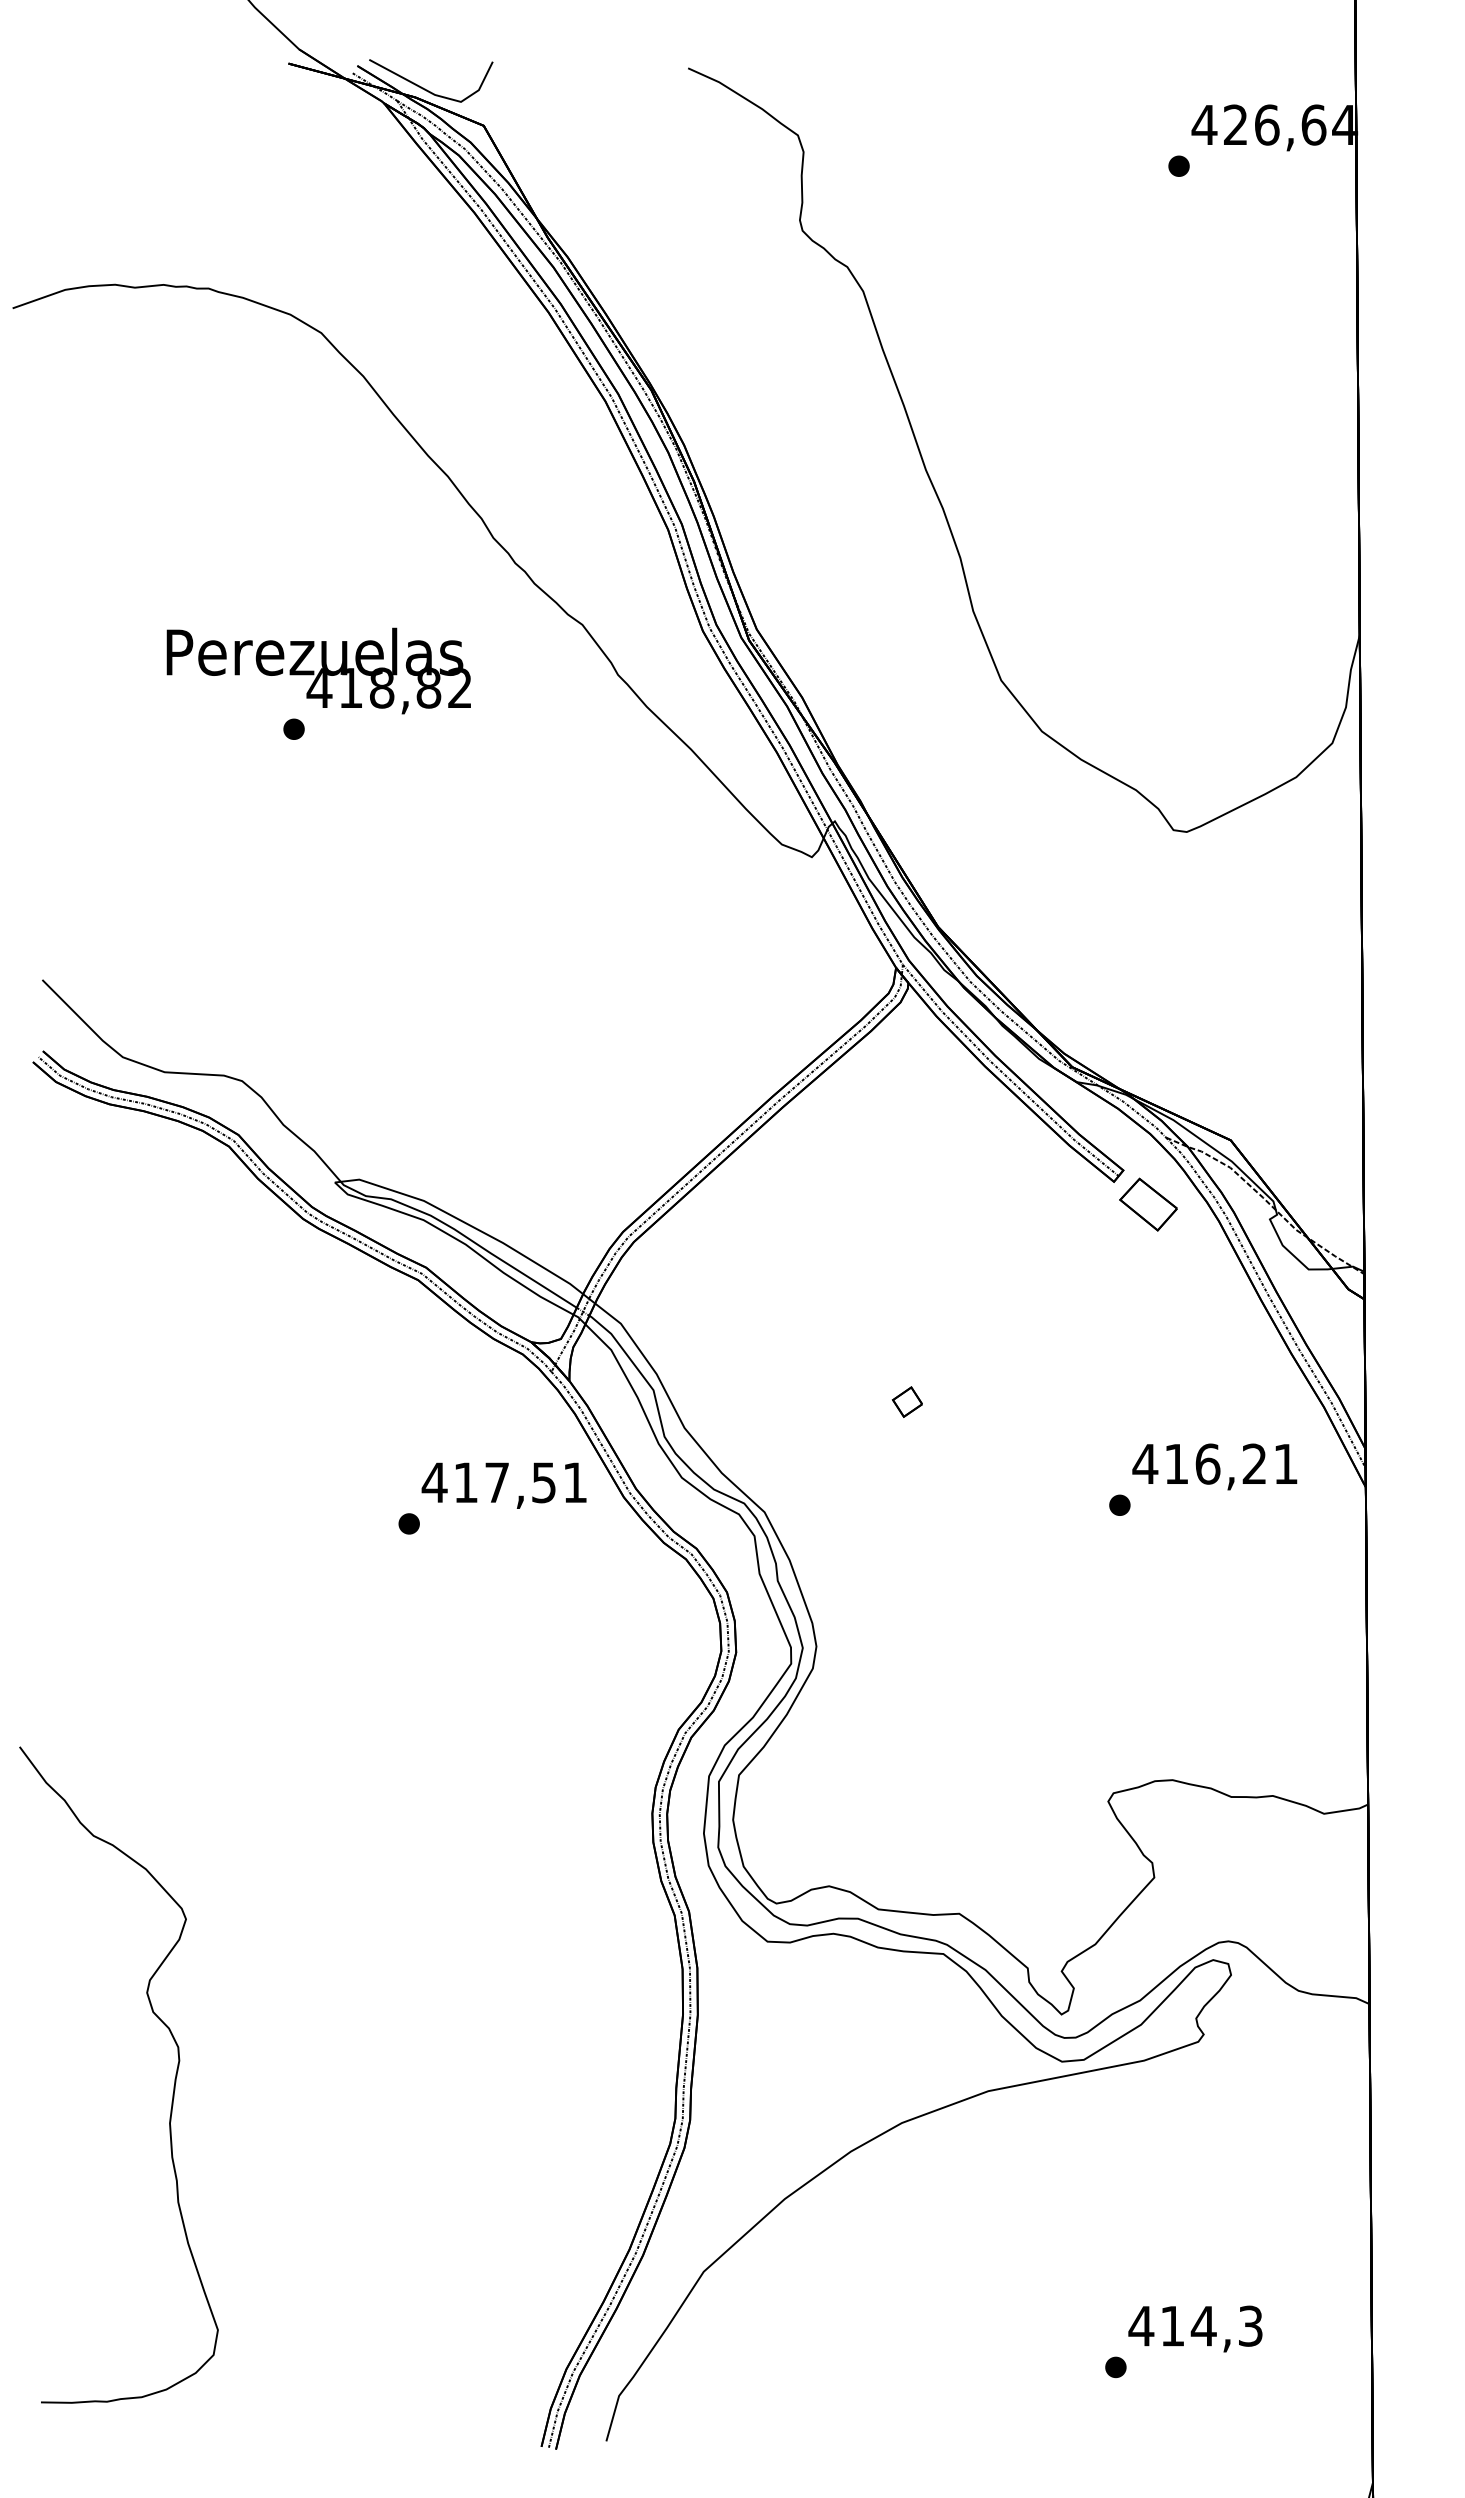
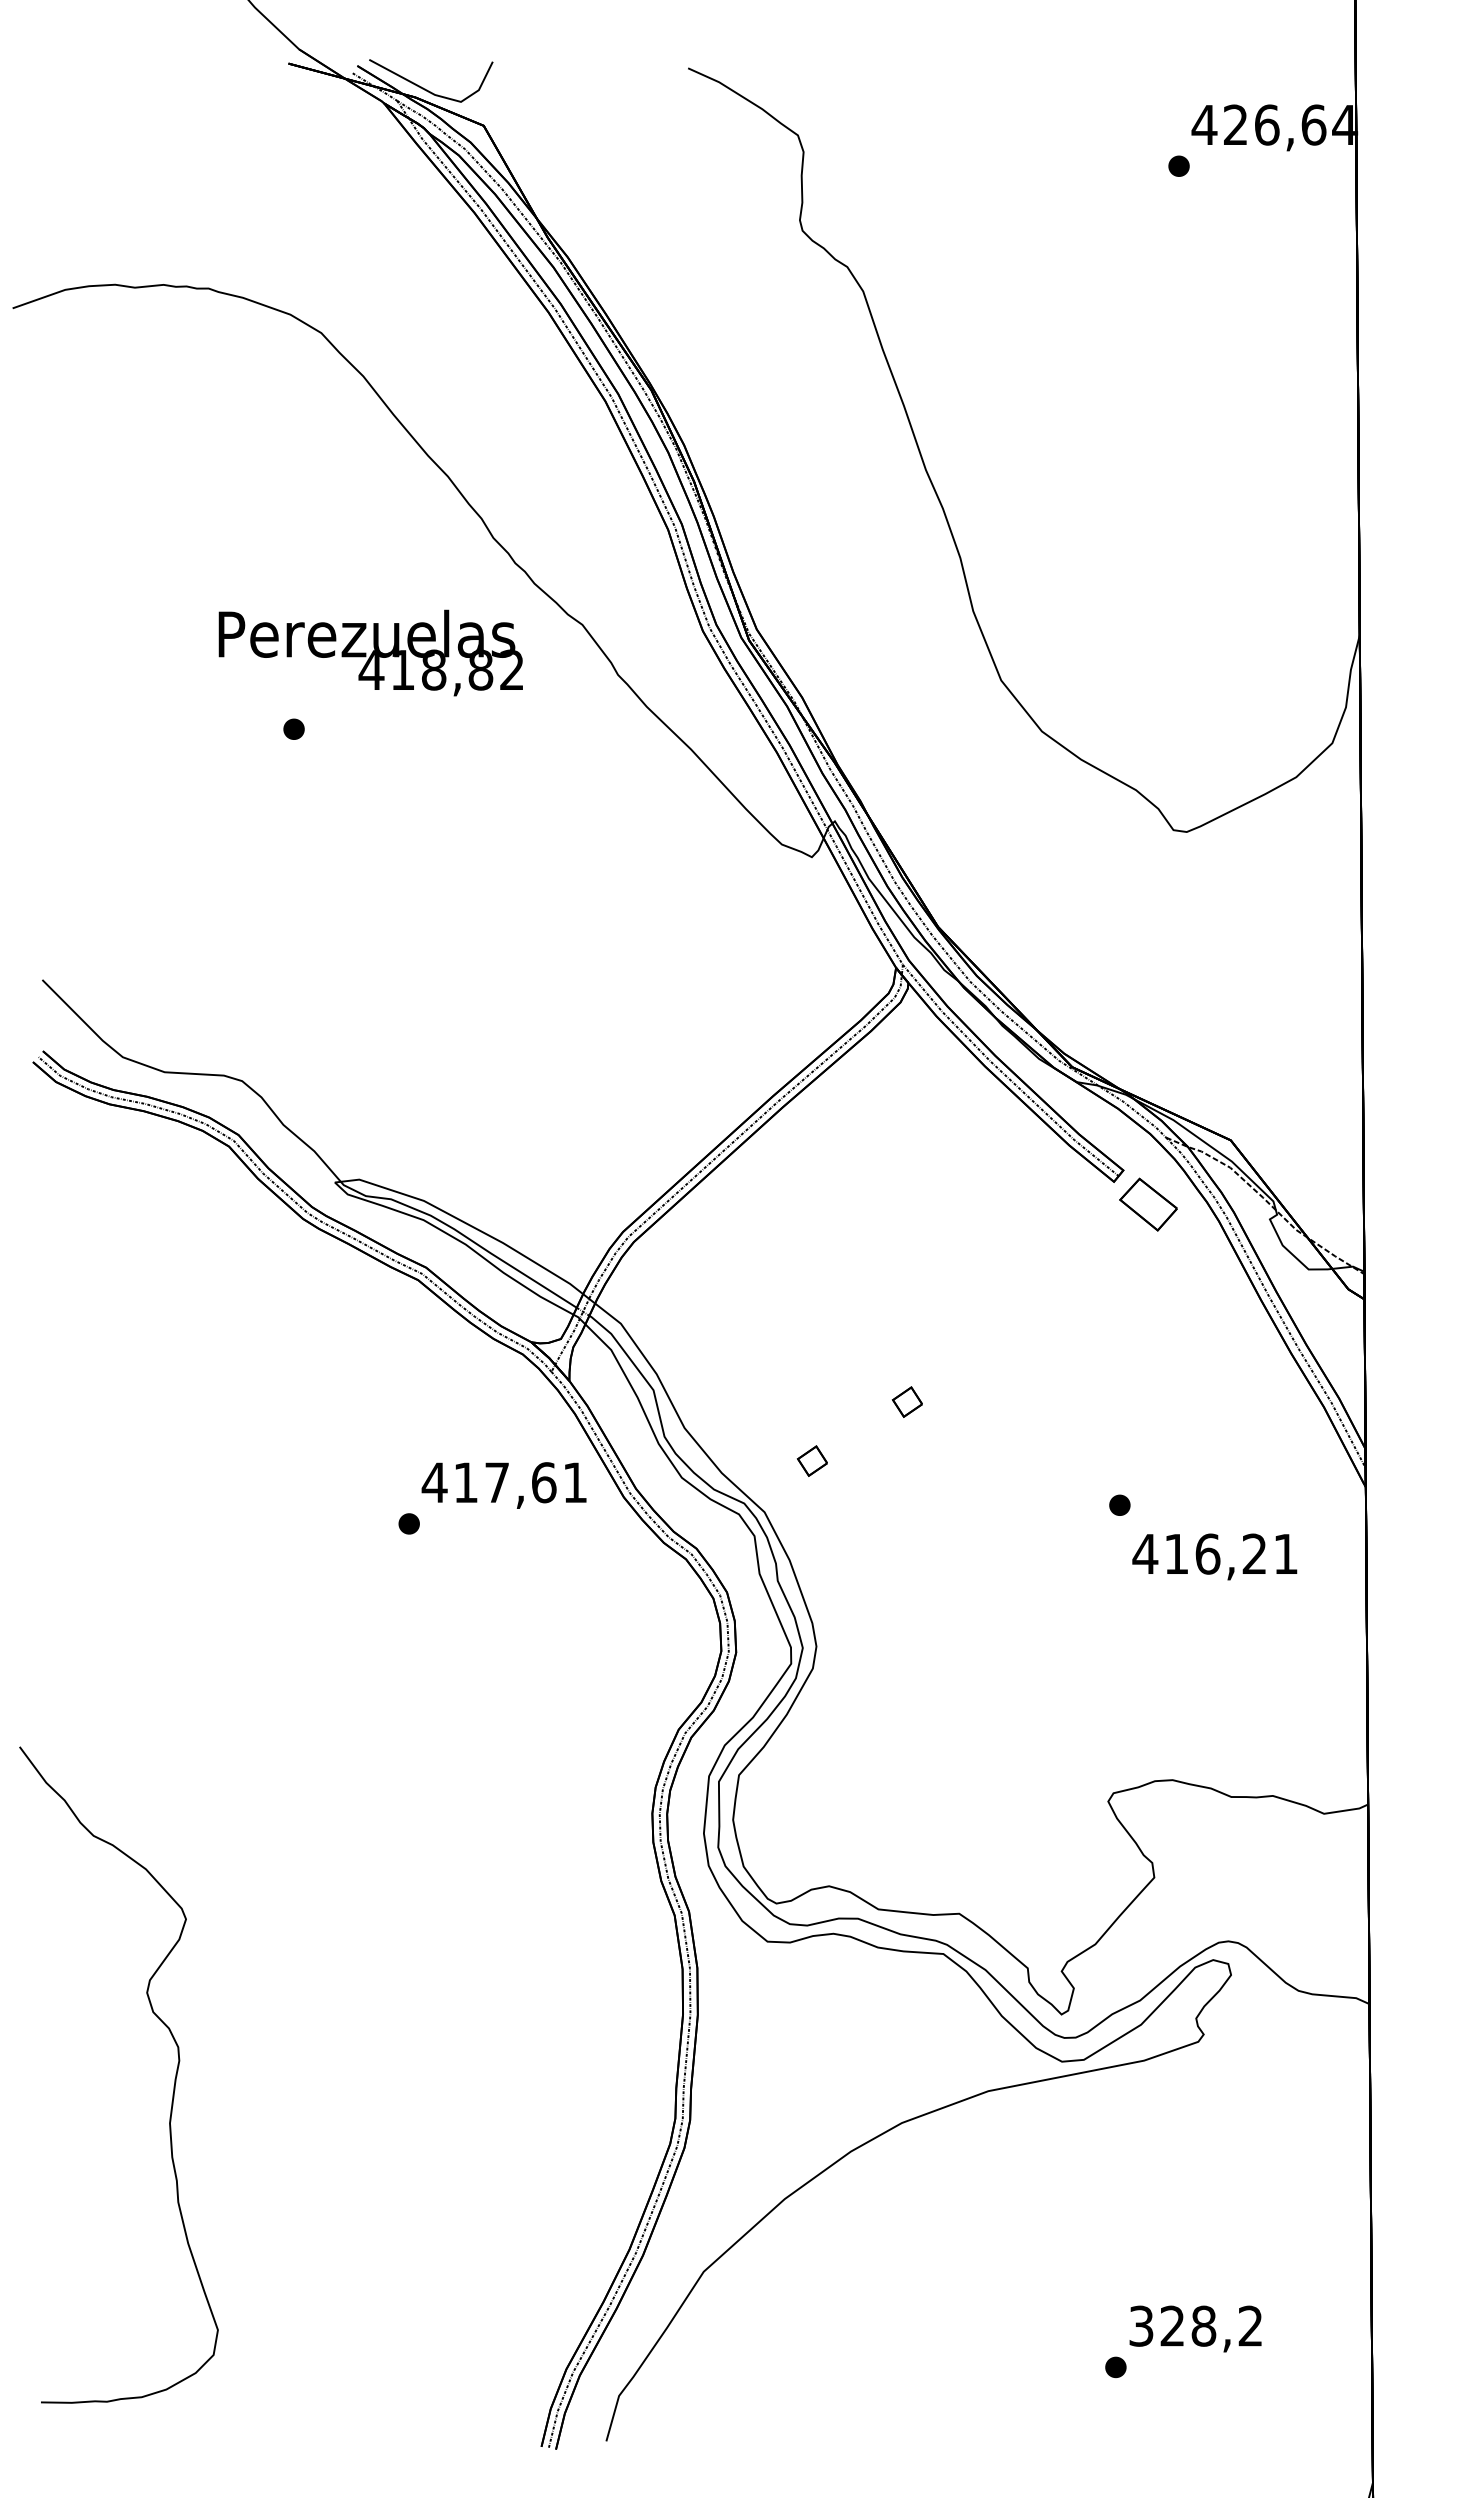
text at (318, 670) position: (318, 670) -> (370, 652)
part at (811, 1460): none -> present
text at (1214, 1466) position: (1214, 1466) -> (1214, 1556)
text at (544, 1482): 417,51 -> 417,61
text at (1195, 2325): 414,3 -> 328,2
